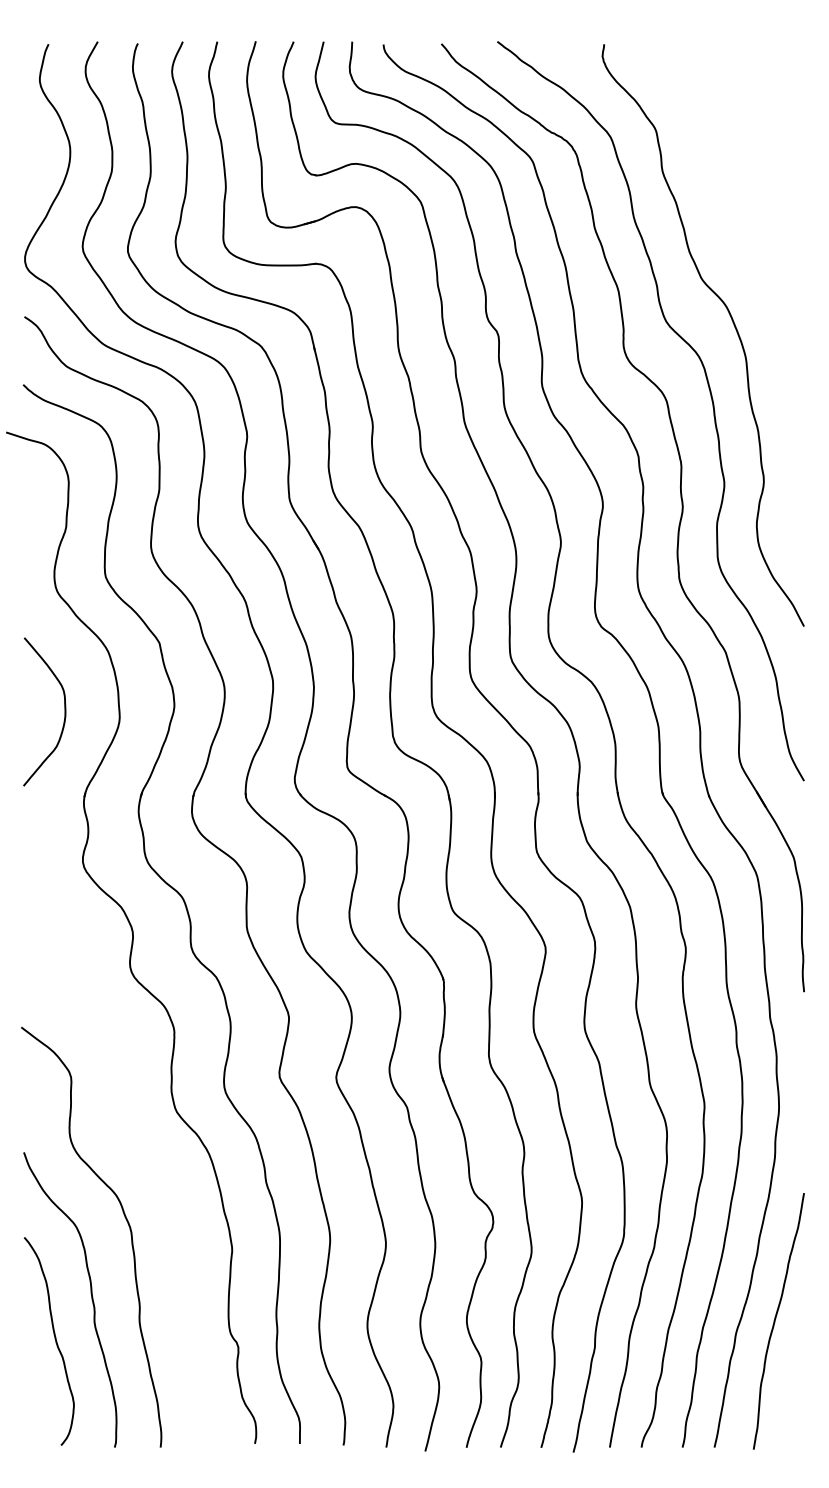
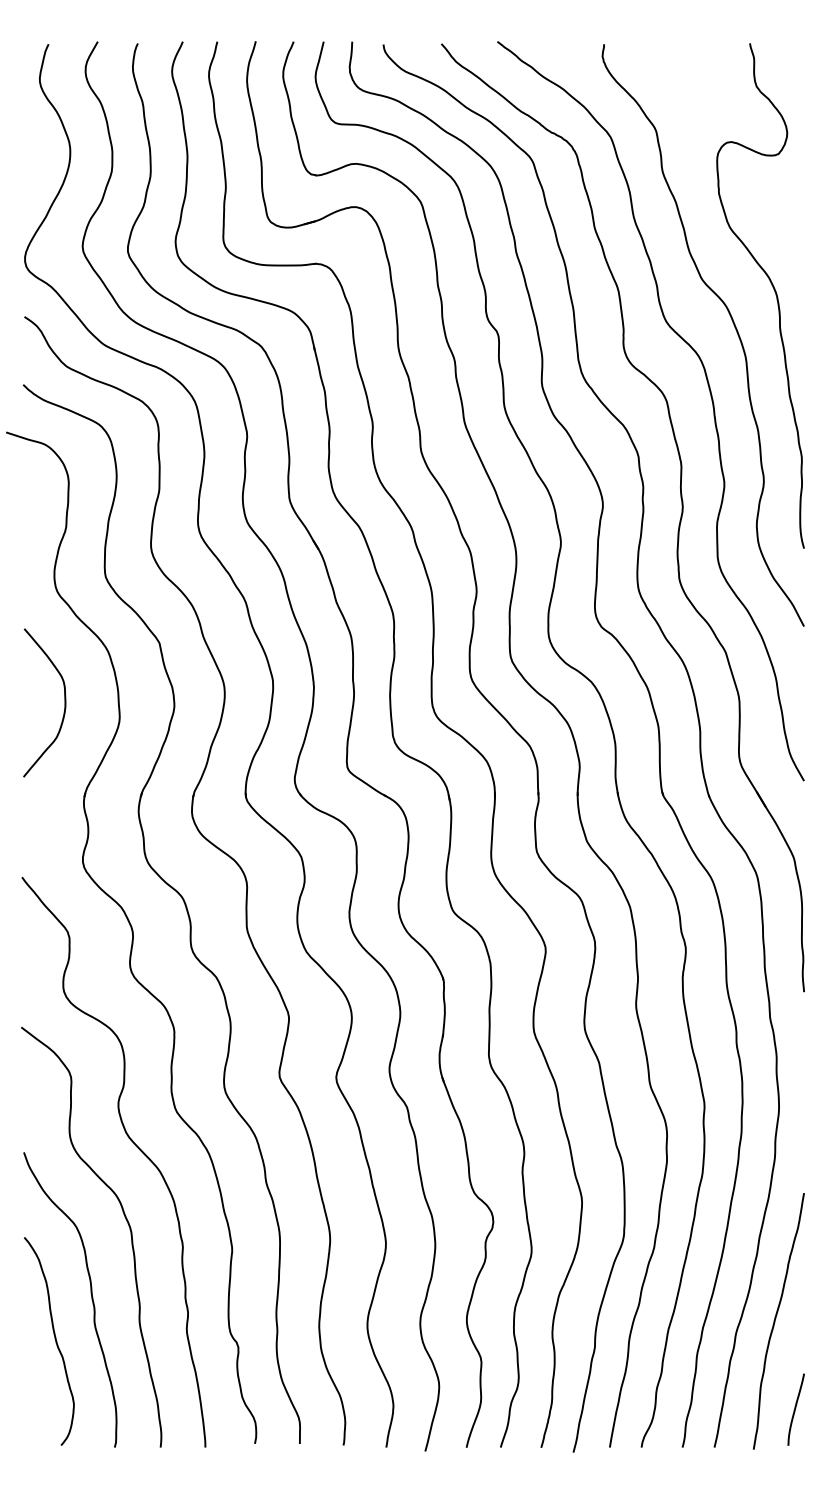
curve at (773, 289): none -> present
curve at (64, 711) position: (64, 711) -> (64, 702)
curve at (136, 1147): none -> present
curve at (795, 1409): none -> present
